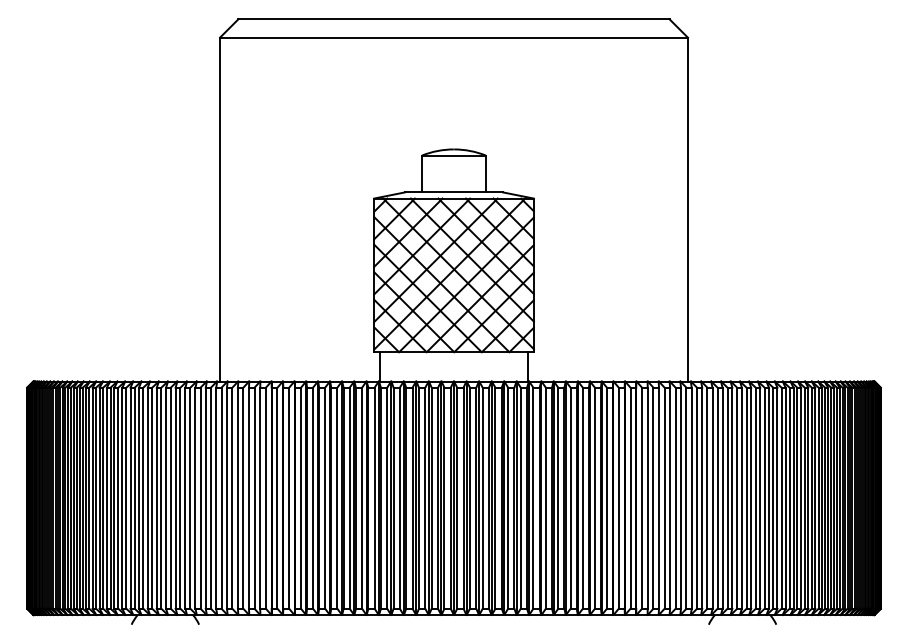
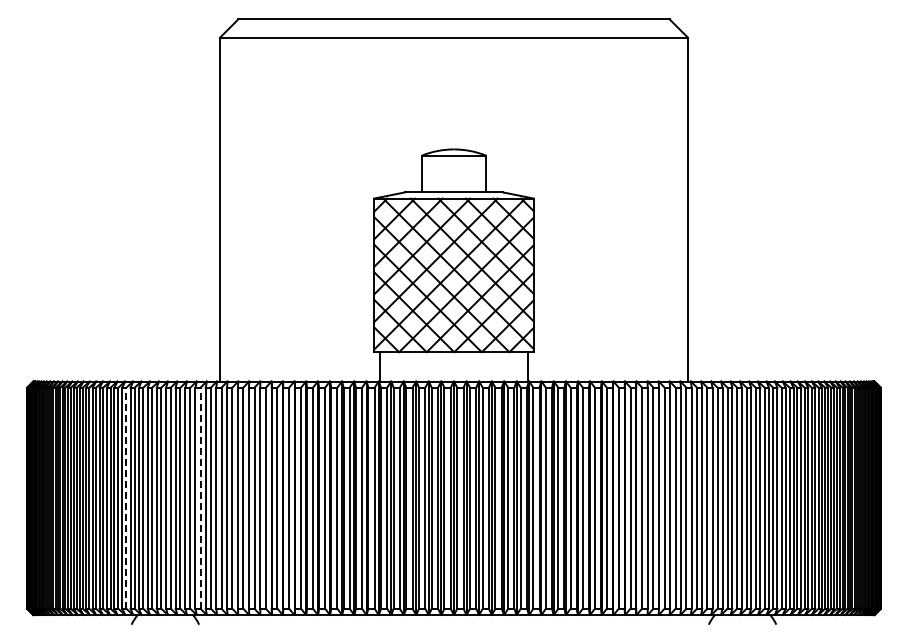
line at (126, 498): solid -> dashed
line at (200, 498): solid -> dashed
